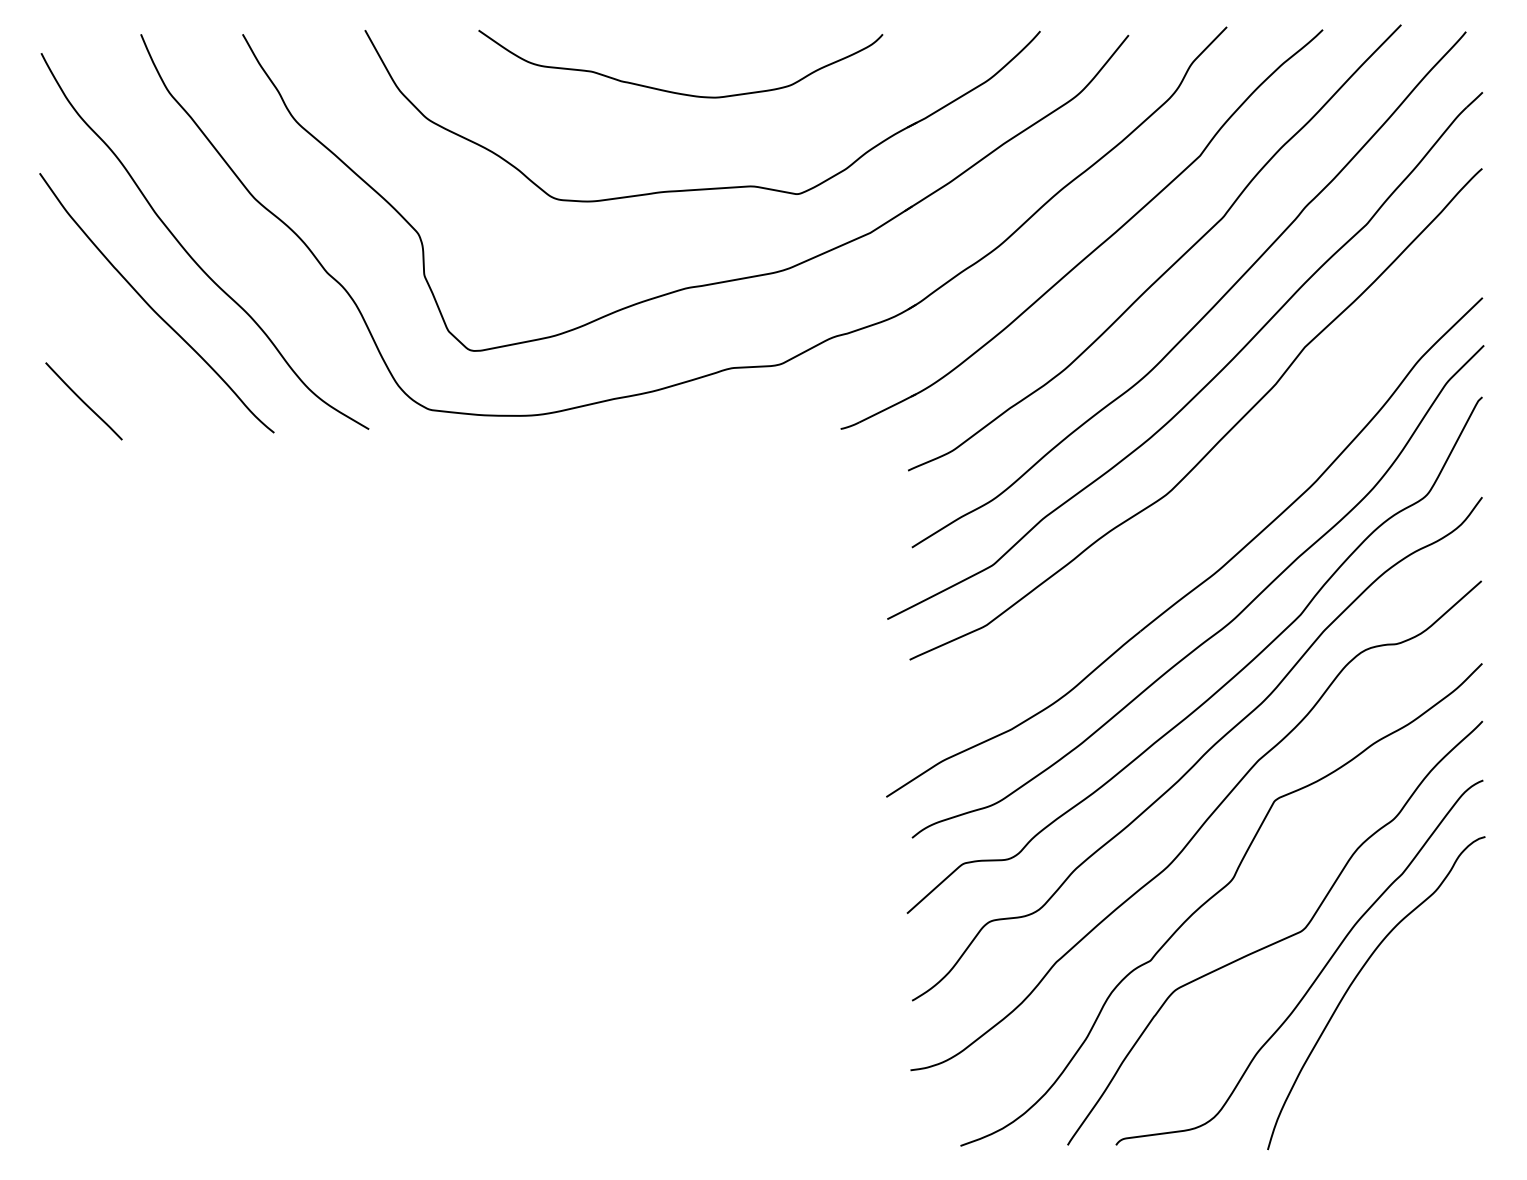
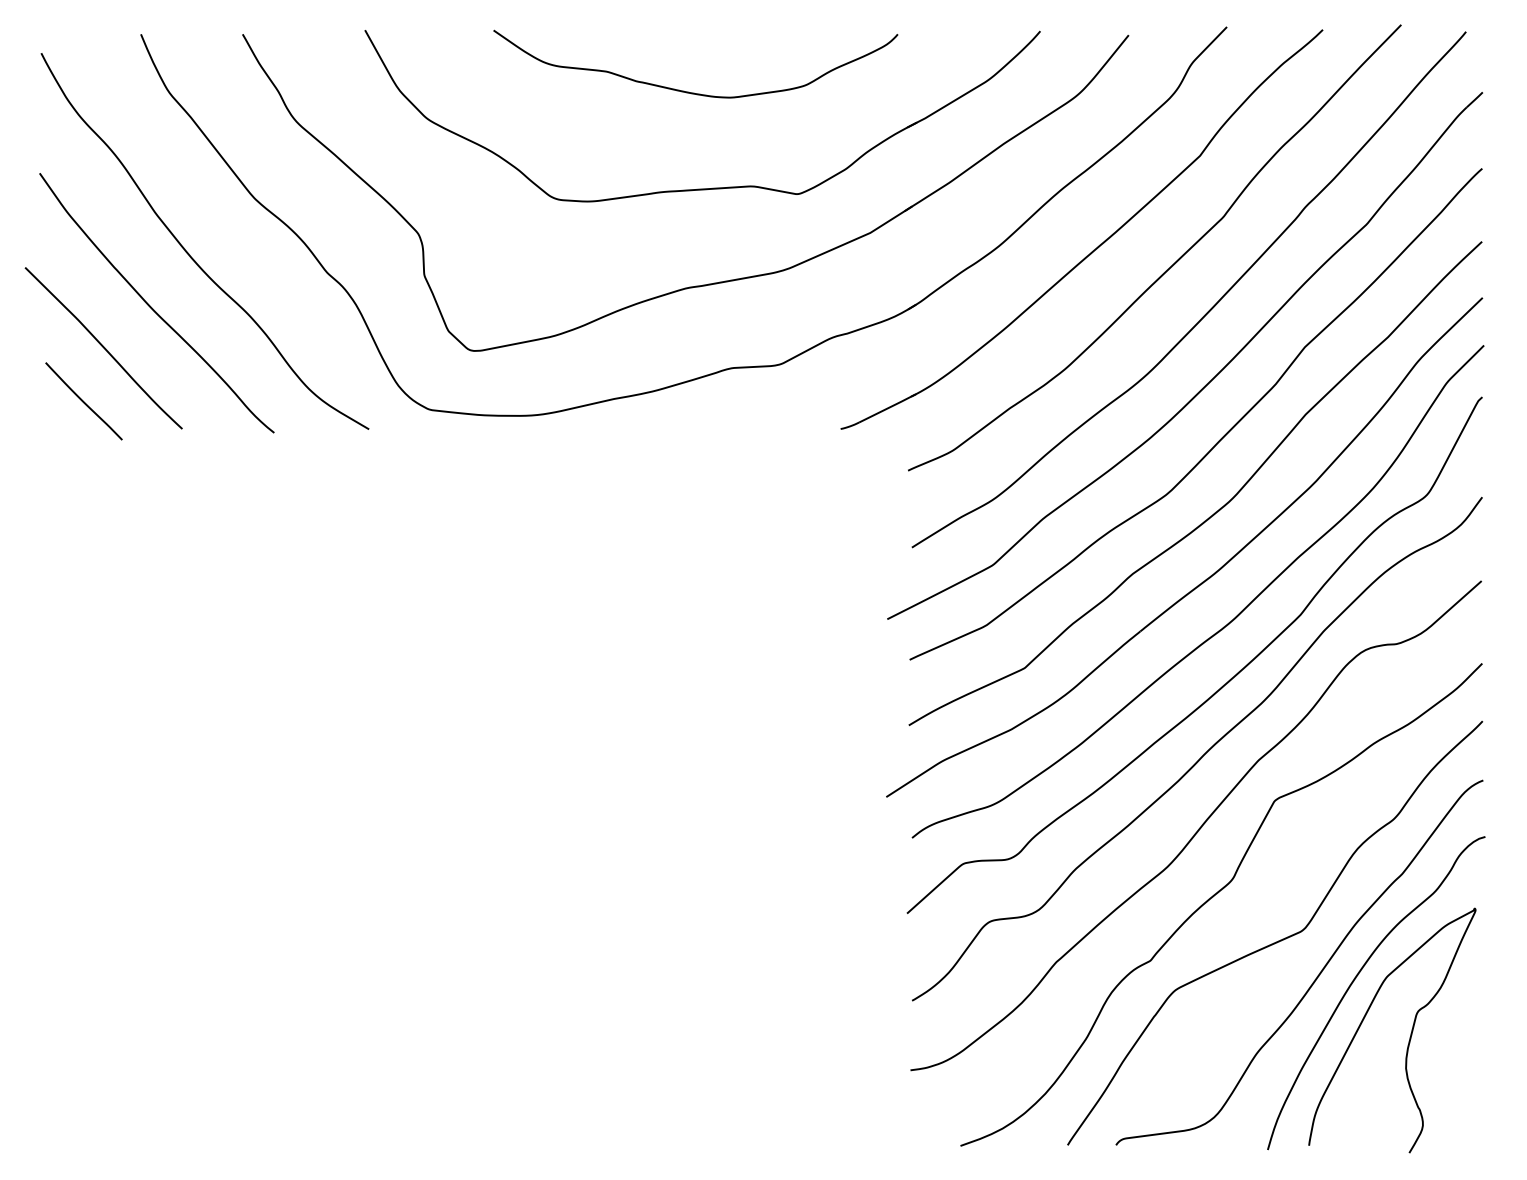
curve at (673, 91) position: (673, 91) -> (688, 91)
curve at (103, 348): none -> present
curve at (1215, 511): none -> present
curve at (1410, 1033): none -> present
